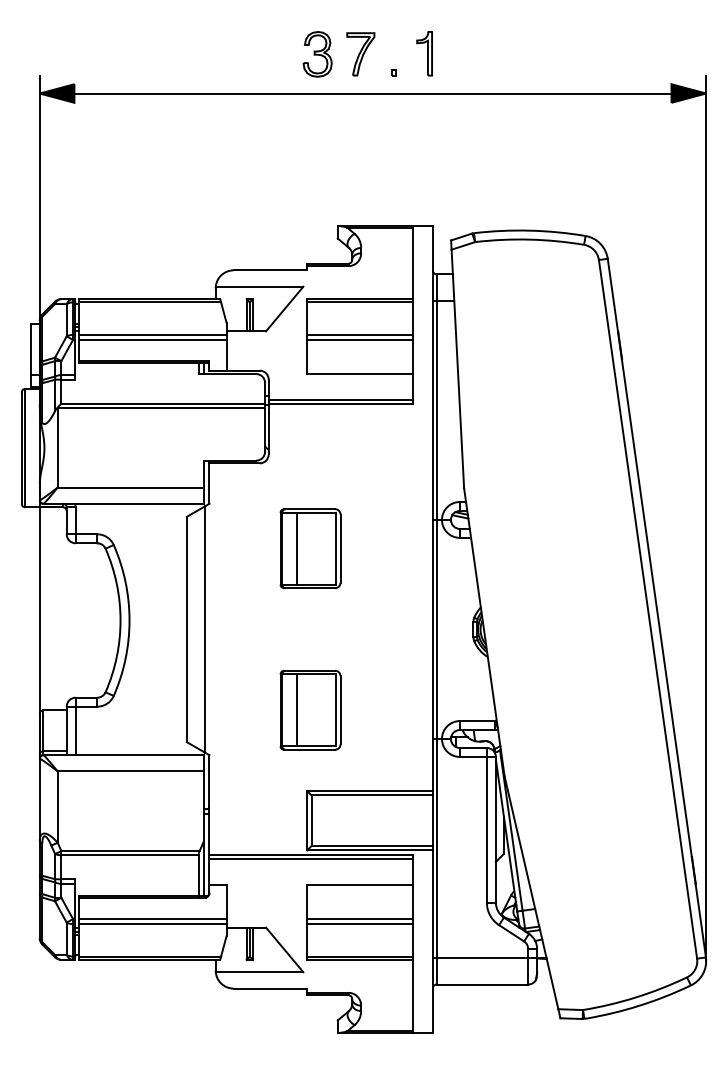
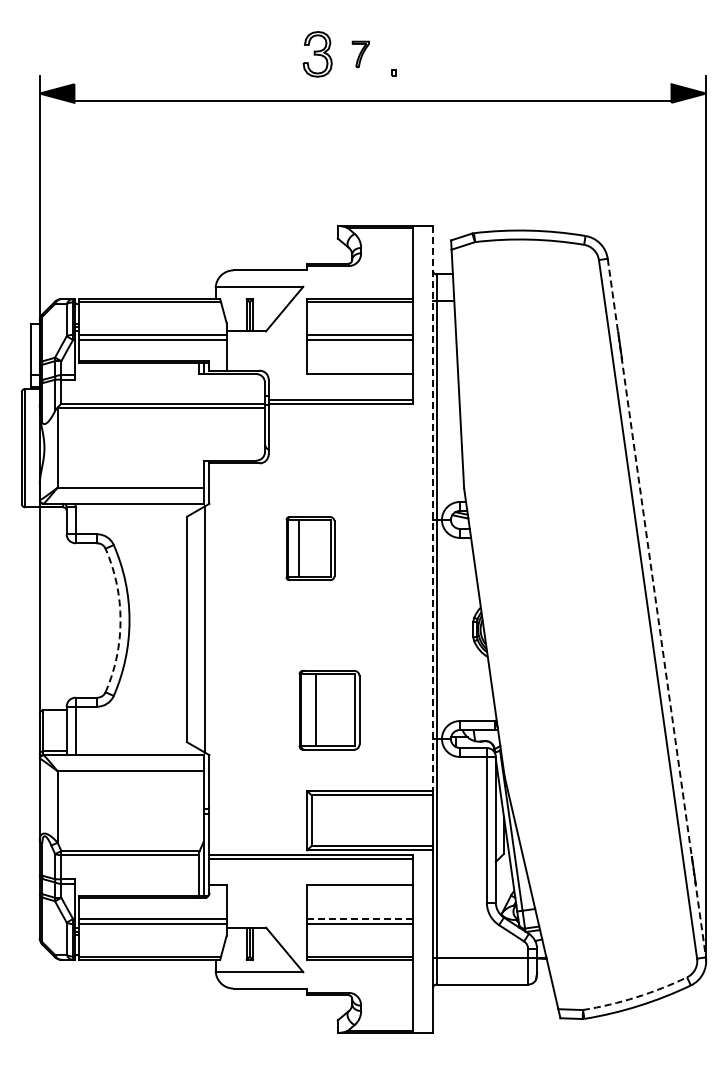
part at (424, 53): present -> none
part at (360, 54) size: 30x45 px -> 19x28 px
line at (372, 93) position: (372, 93) -> (372, 100)
line at (432, 508): solid -> dashed
part at (310, 548) size: 63x81 px -> 51x66 px
line at (656, 608): solid -> dashed
arc at (120, 620): solid -> dashed
part at (310, 709) position: (310, 709) -> (329, 709)
line at (360, 919): solid -> dashed
arc at (636, 997): solid -> dashed
